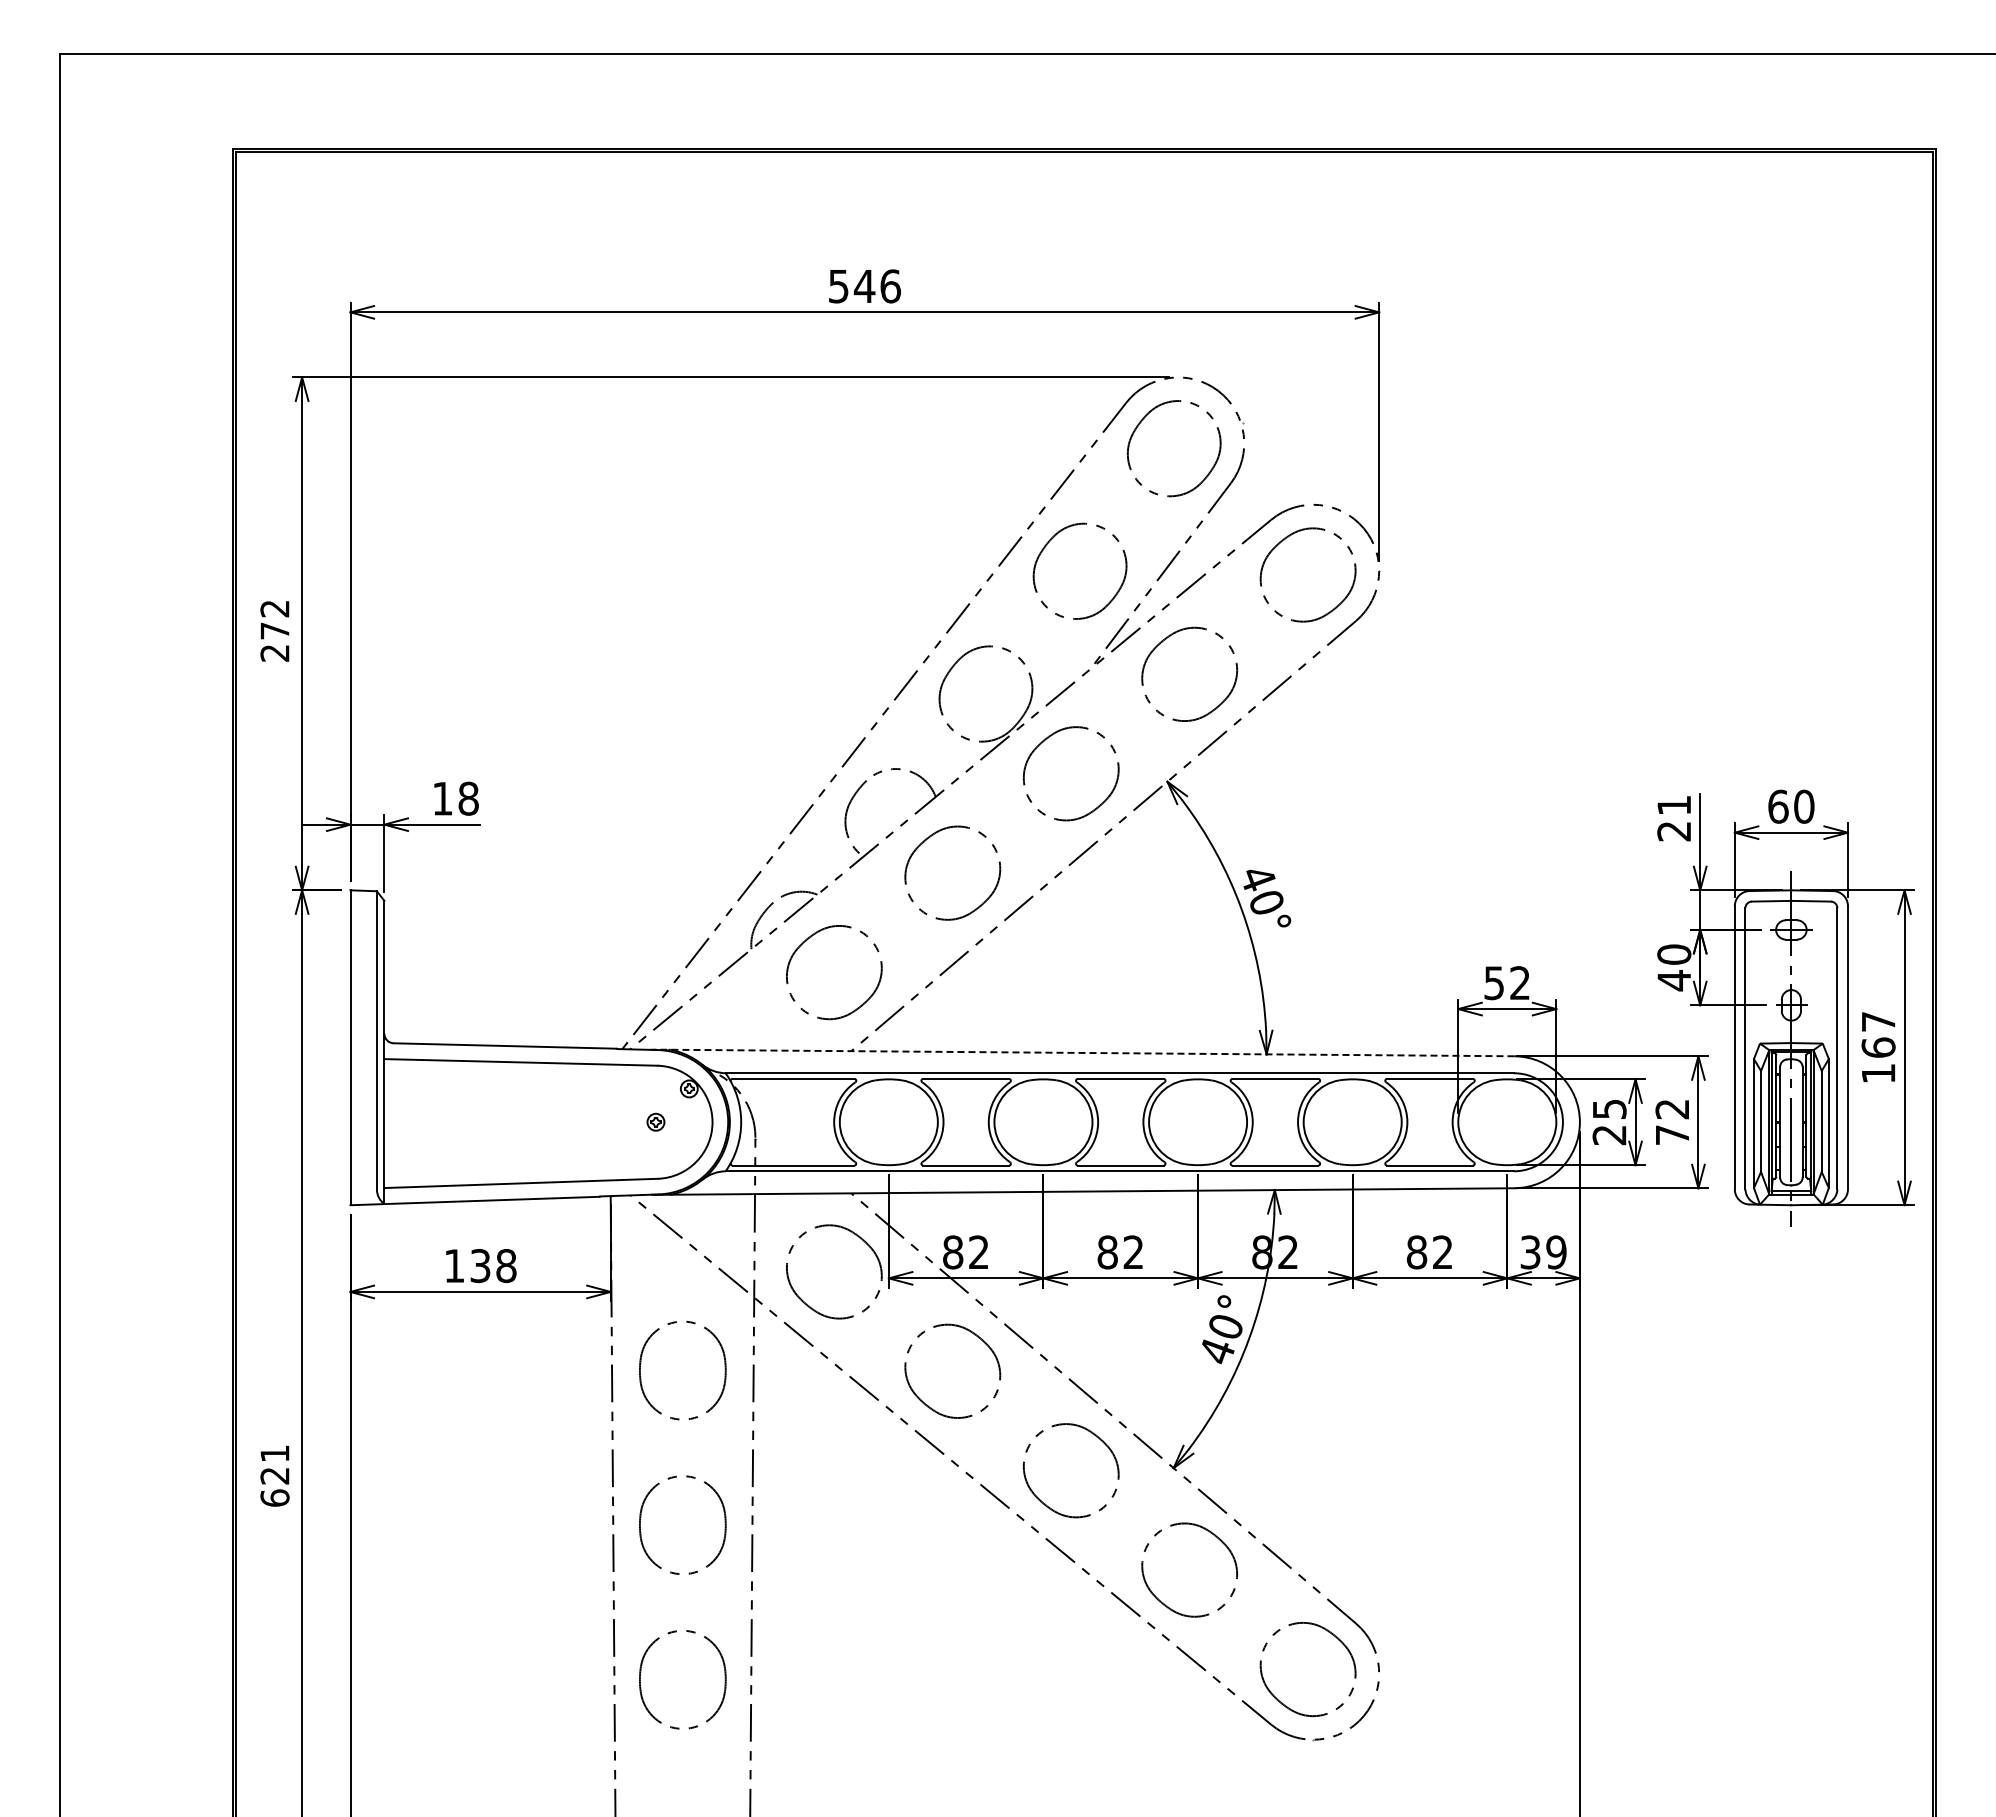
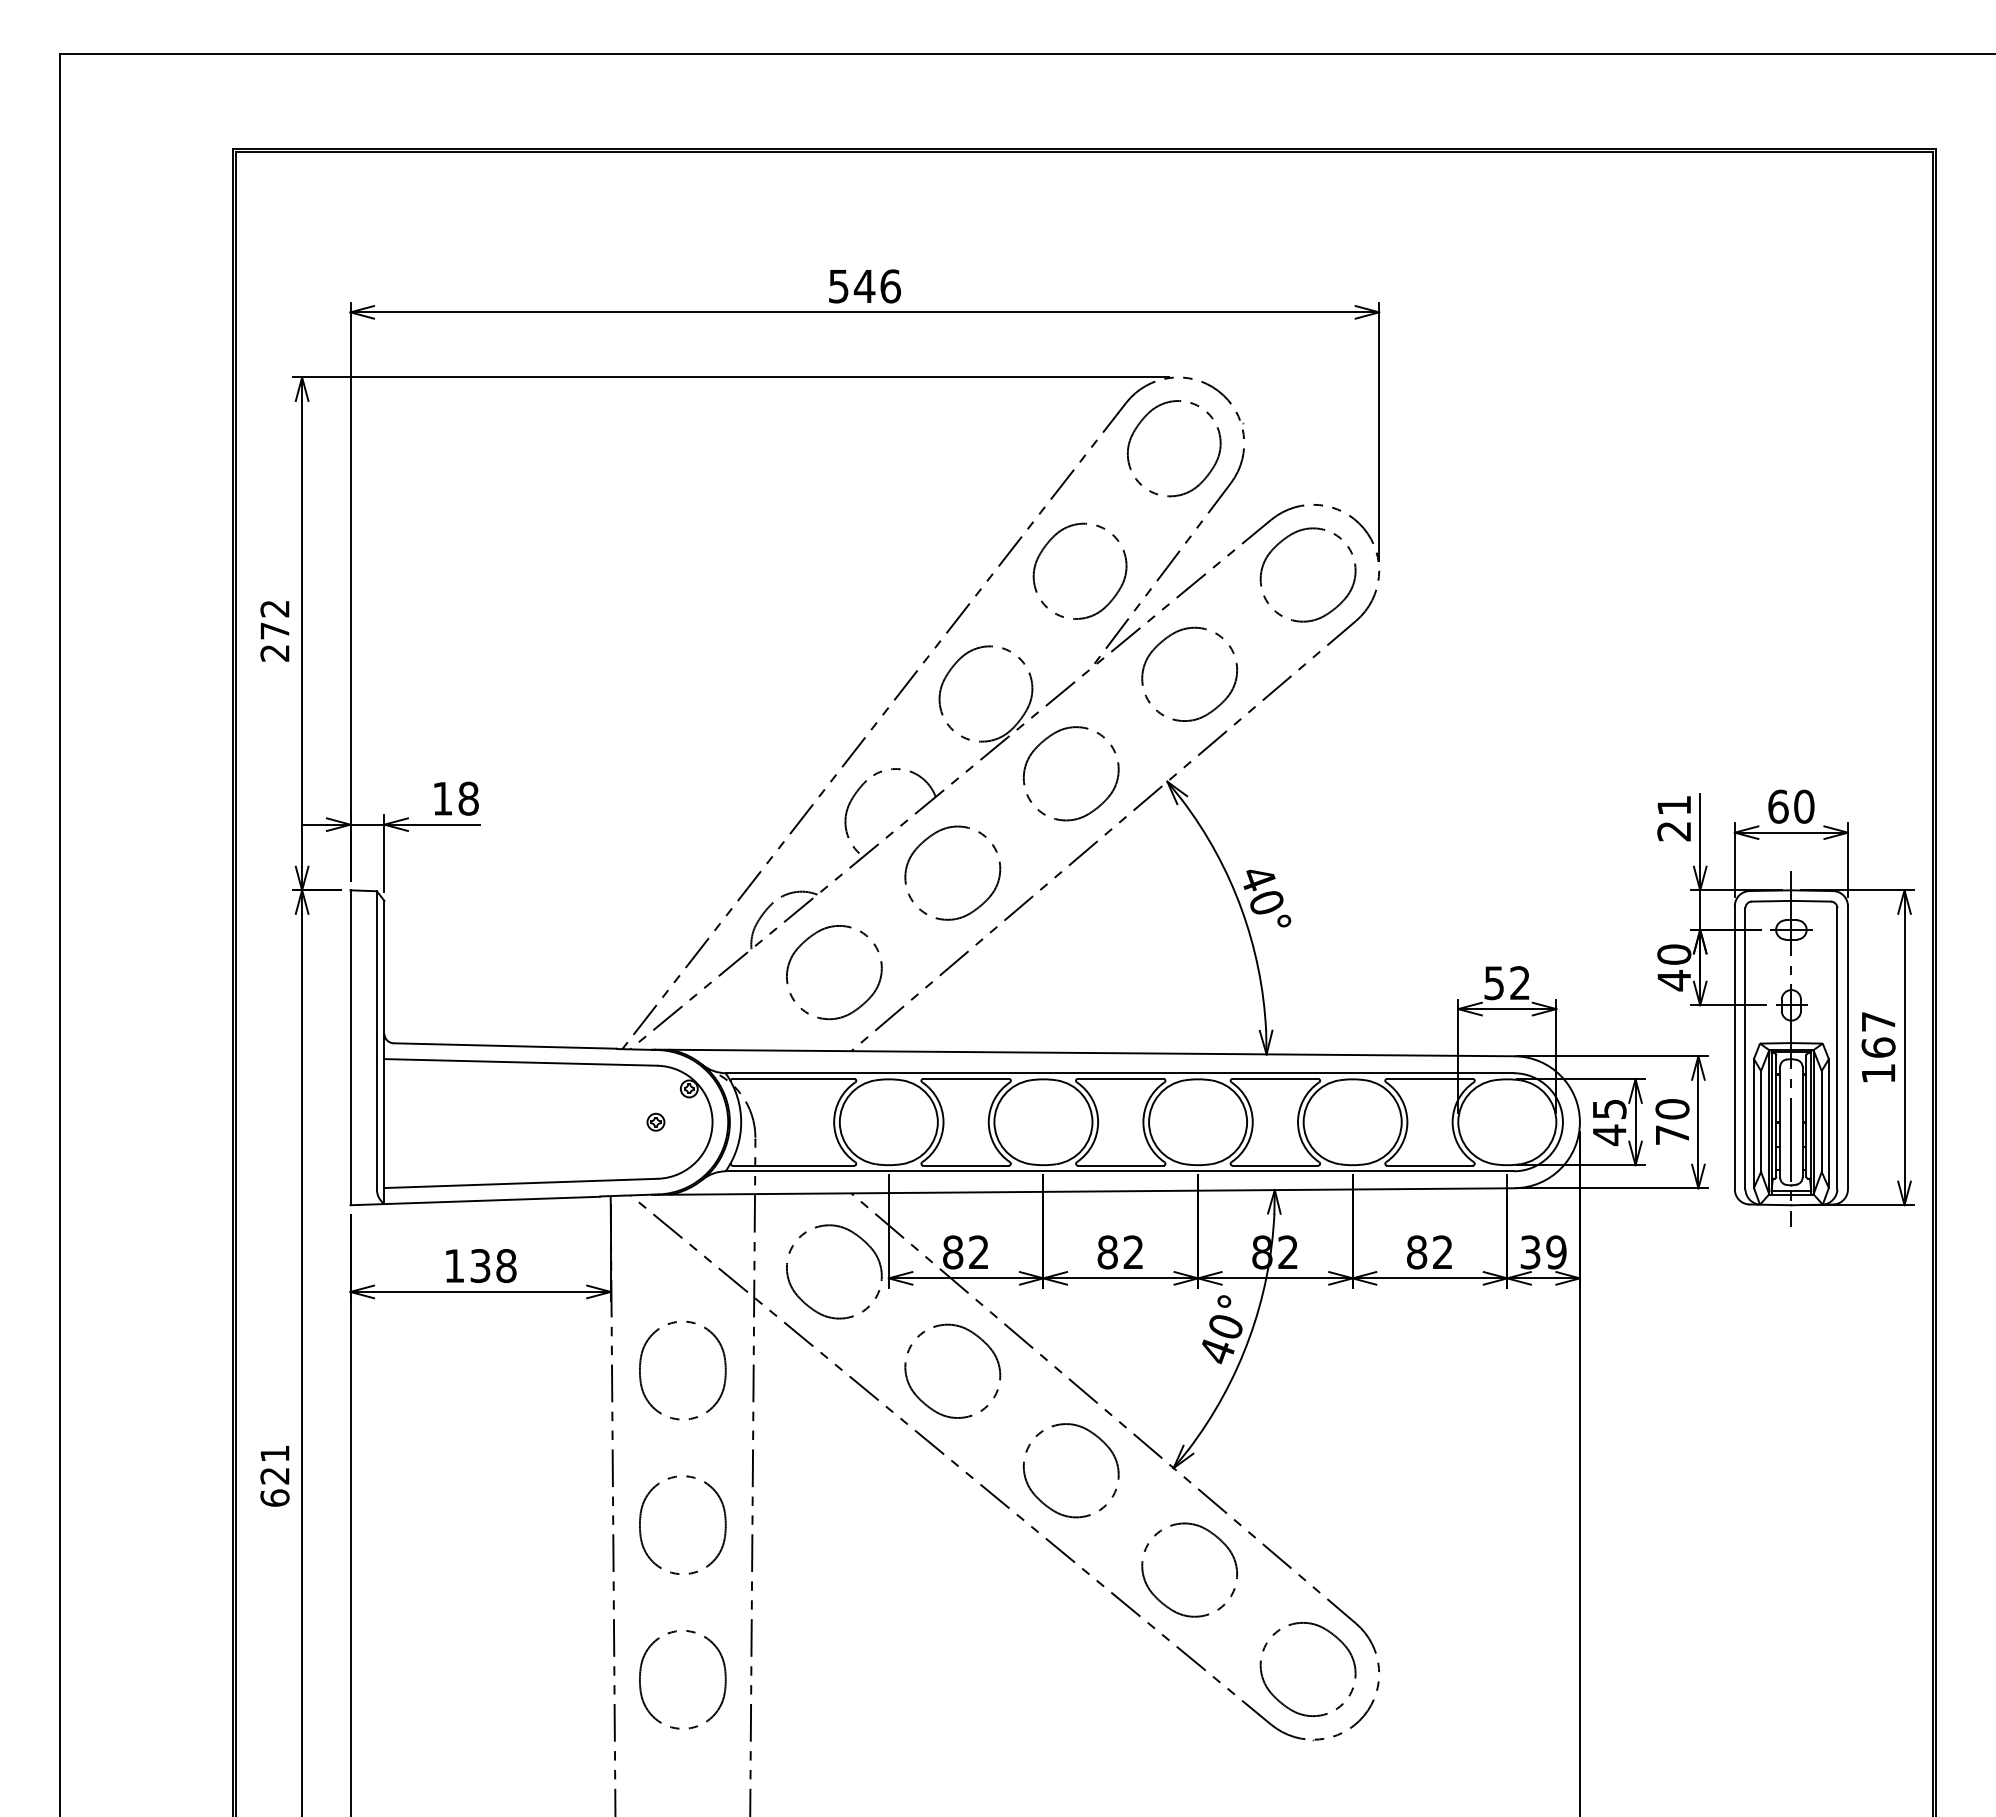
line at (1084, 1052): dashed -> solid
text at (1672, 1109): 72 -> 70
text at (1609, 1135): 25 -> 45
